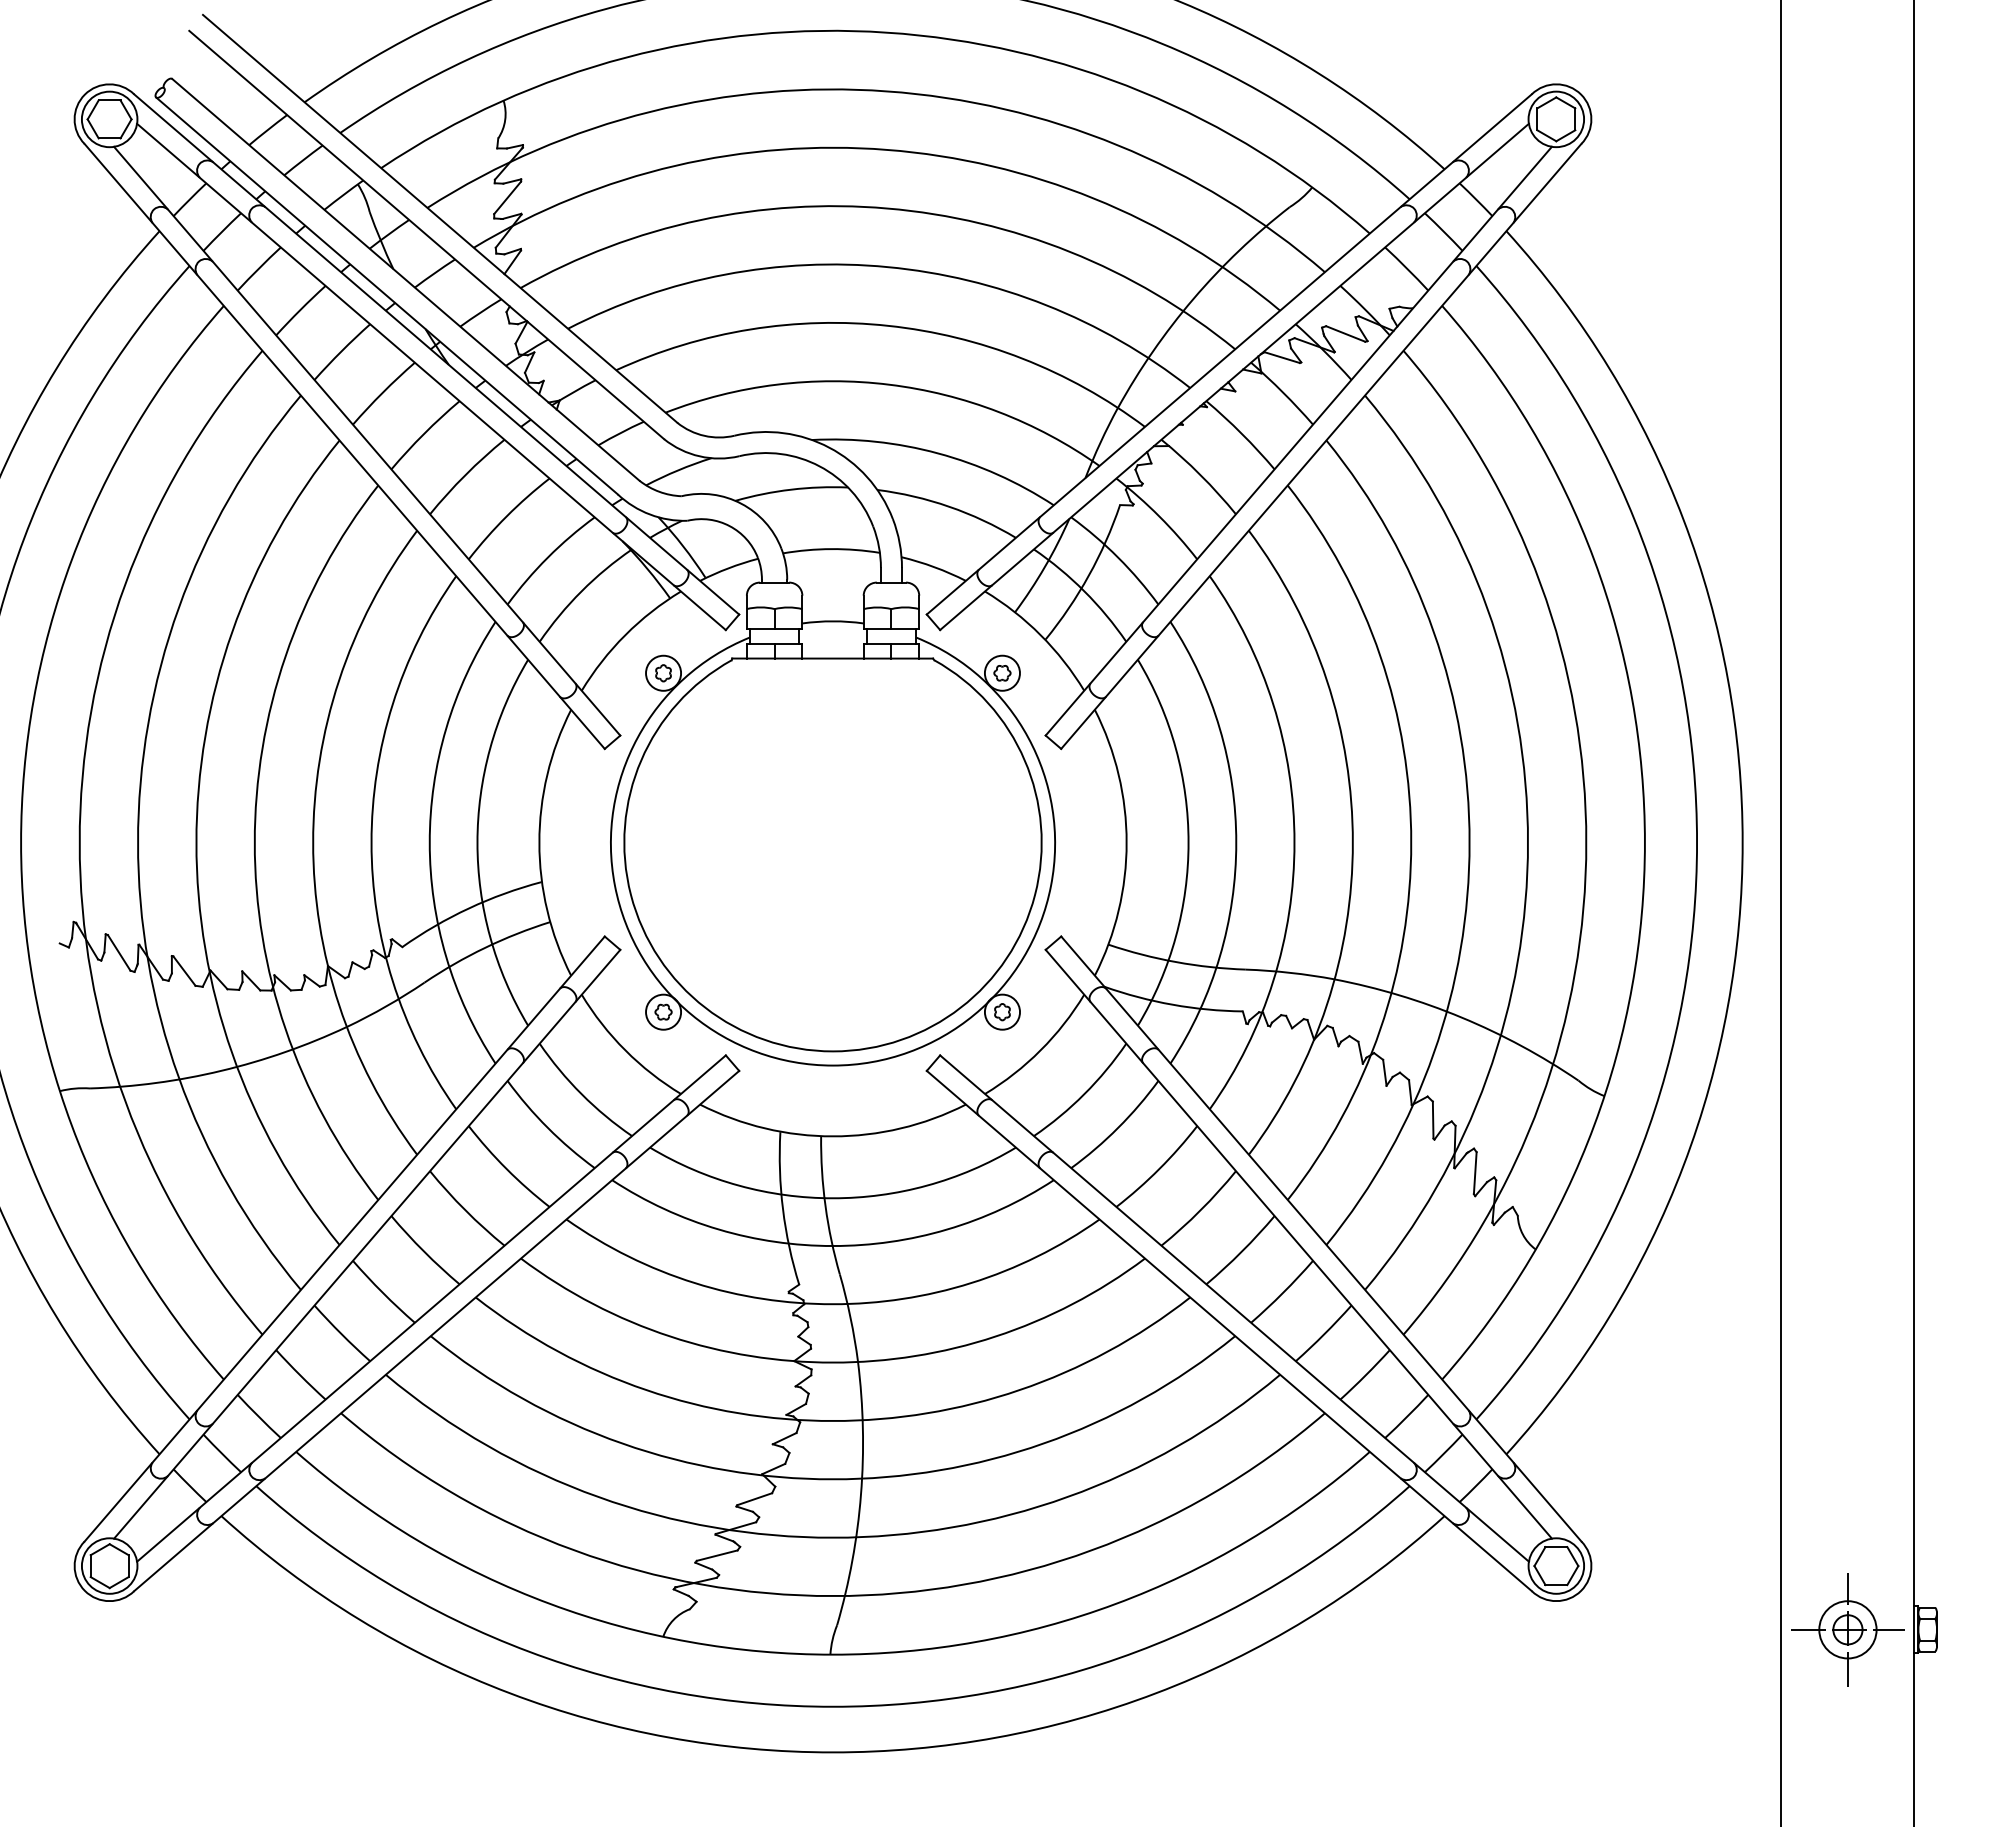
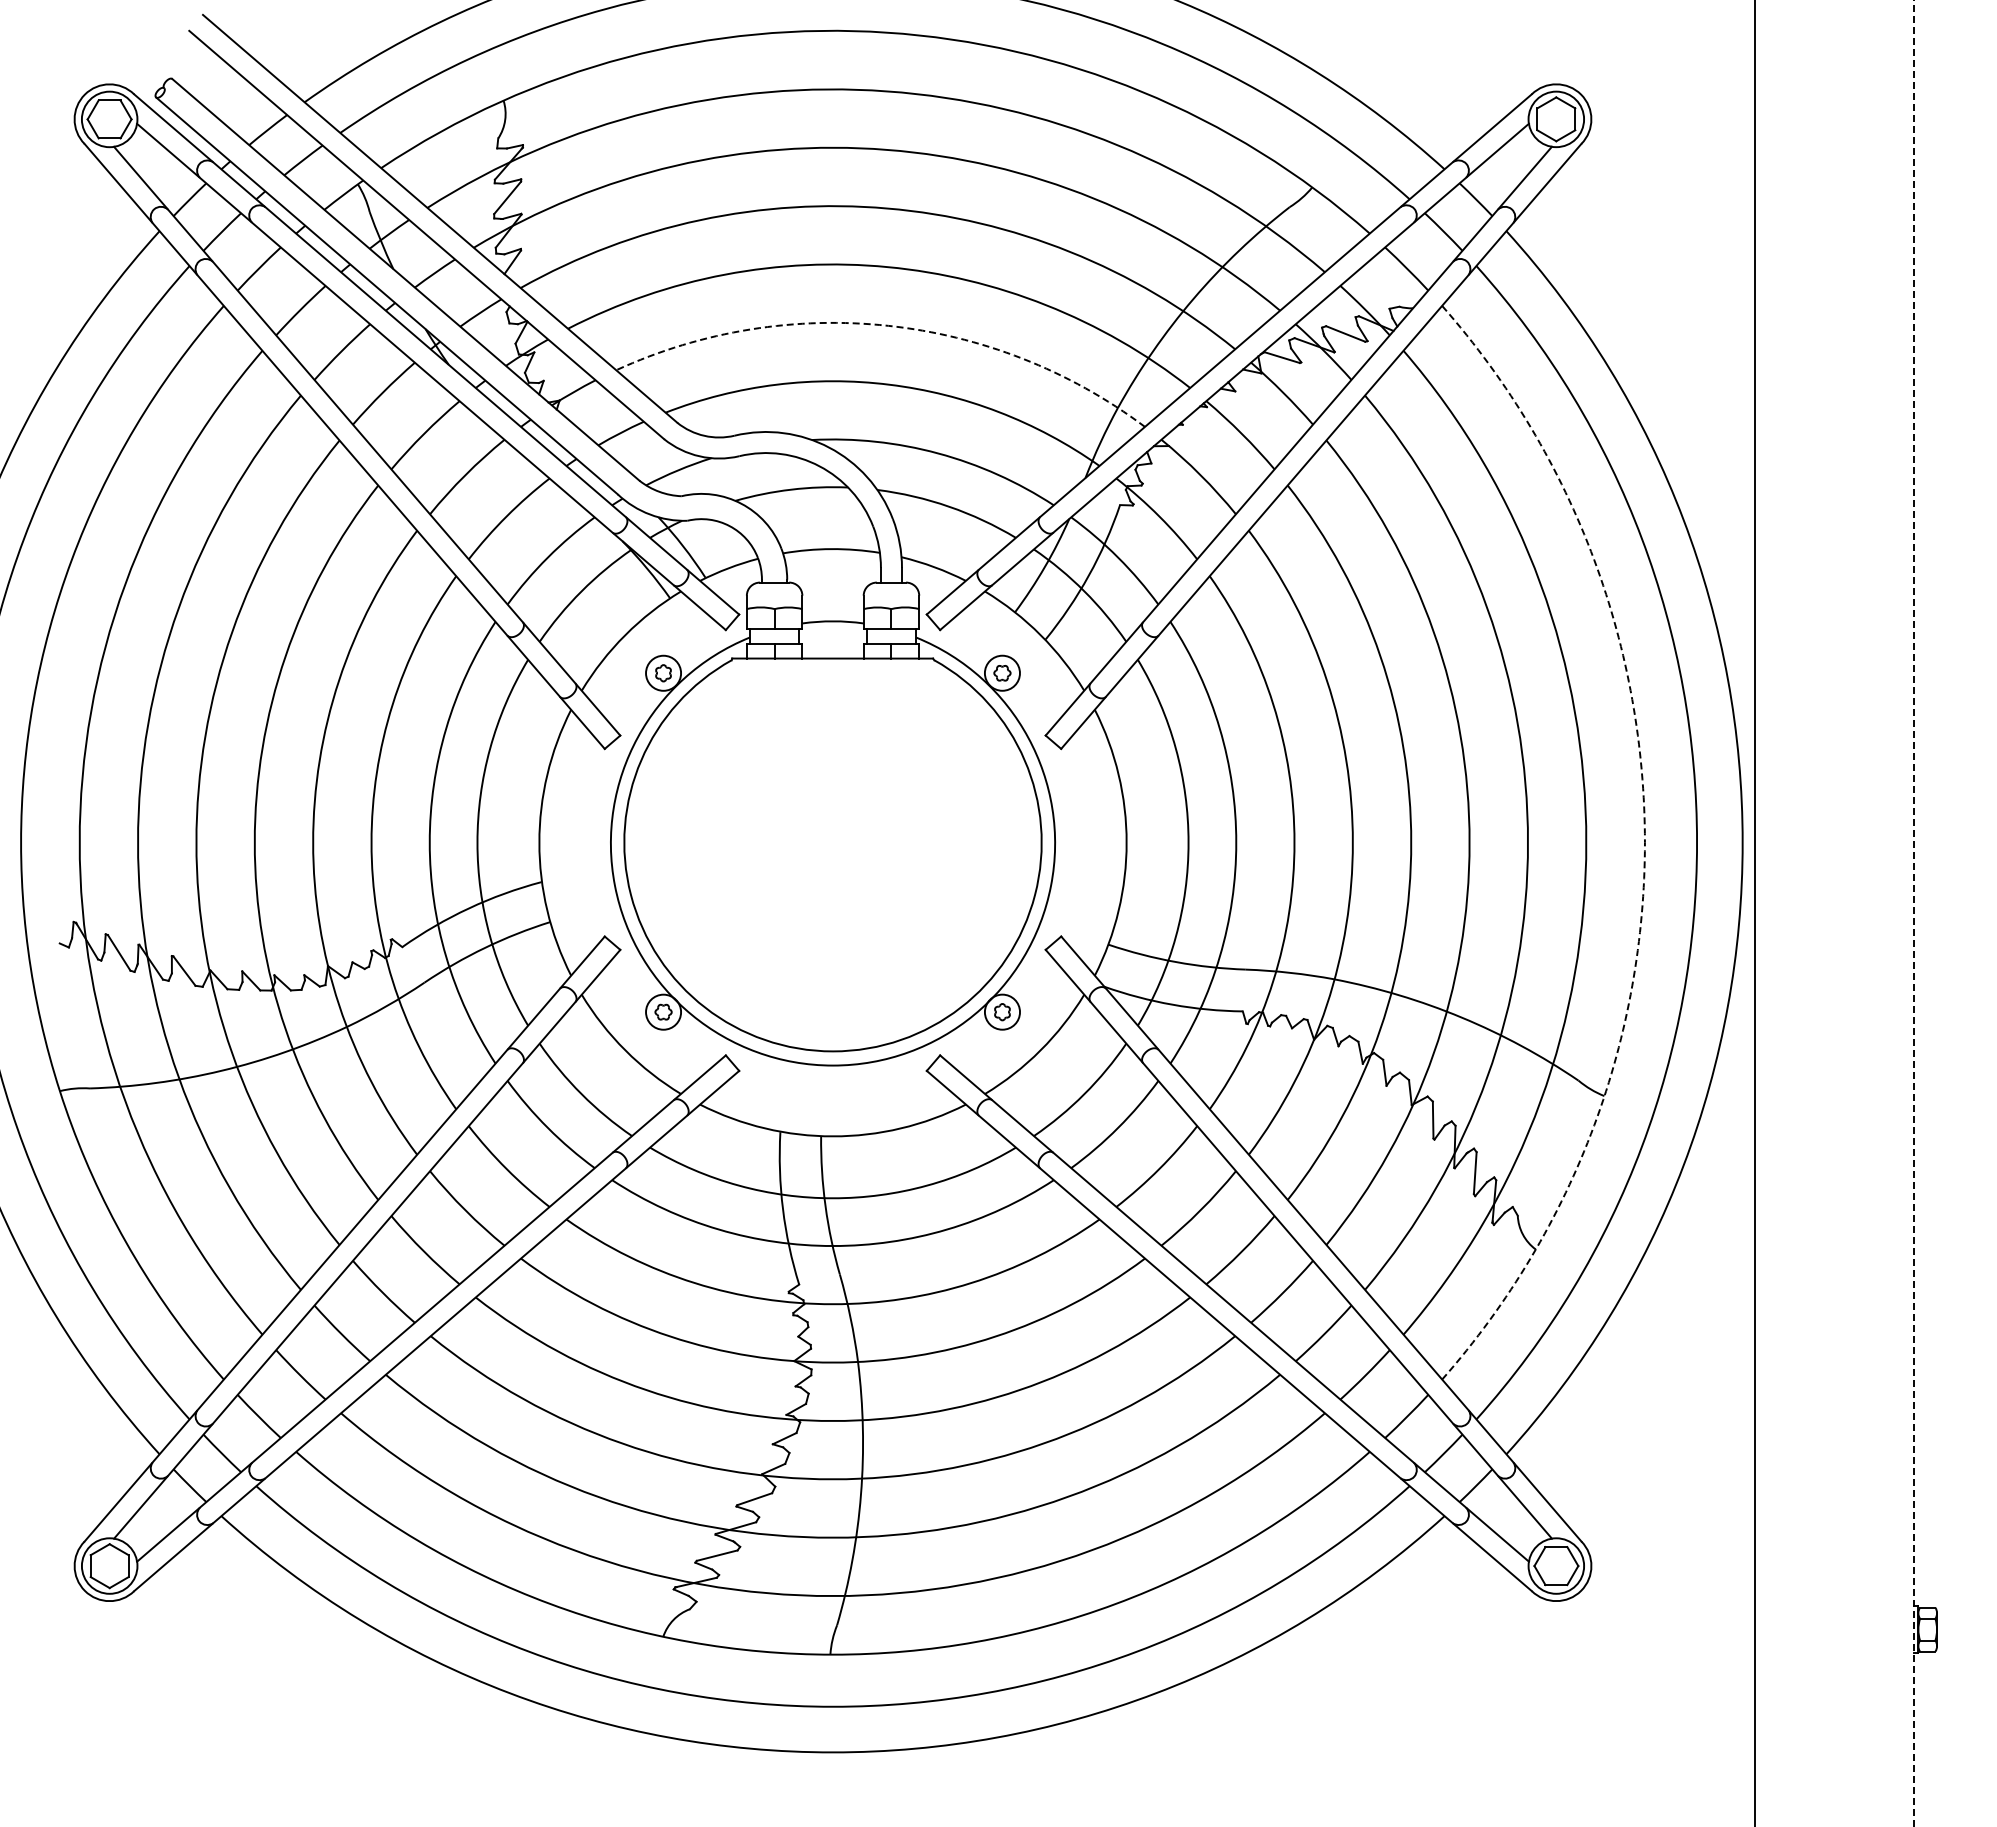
arc at (888, 325): solid -> dashed
arc at (1644, 842): solid -> dashed
line at (1781, 912) position: (1781, 912) -> (1755, 912)
line at (1913, 913): solid -> dashed
part at (1847, 1629): present -> none
